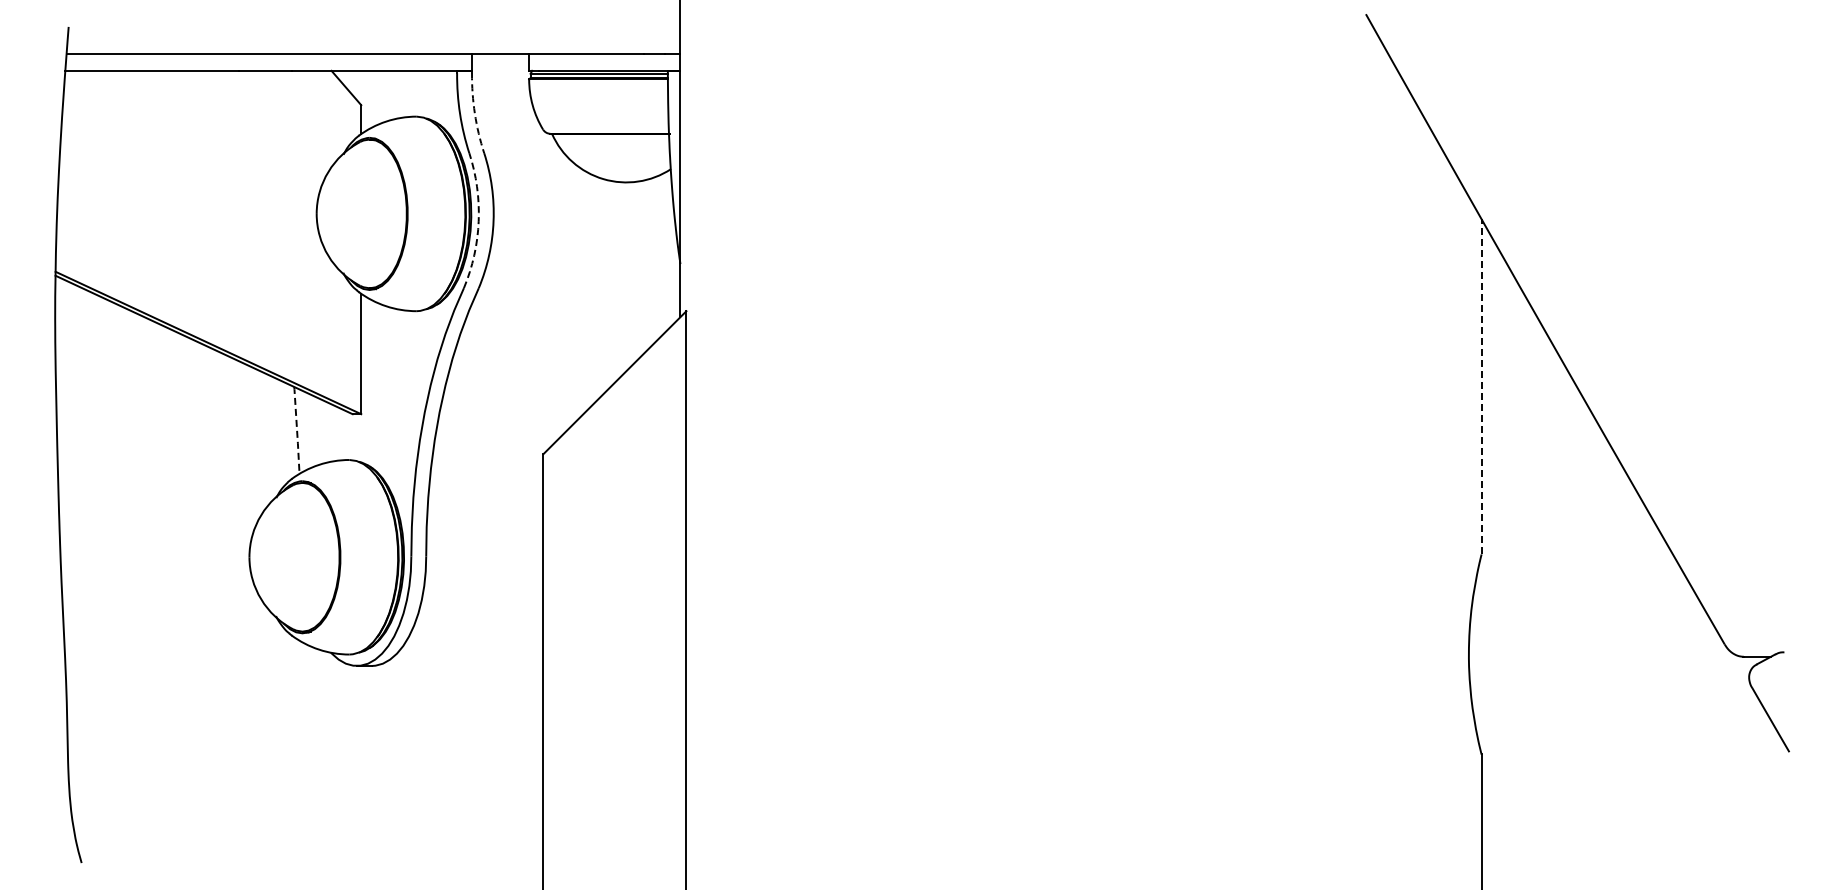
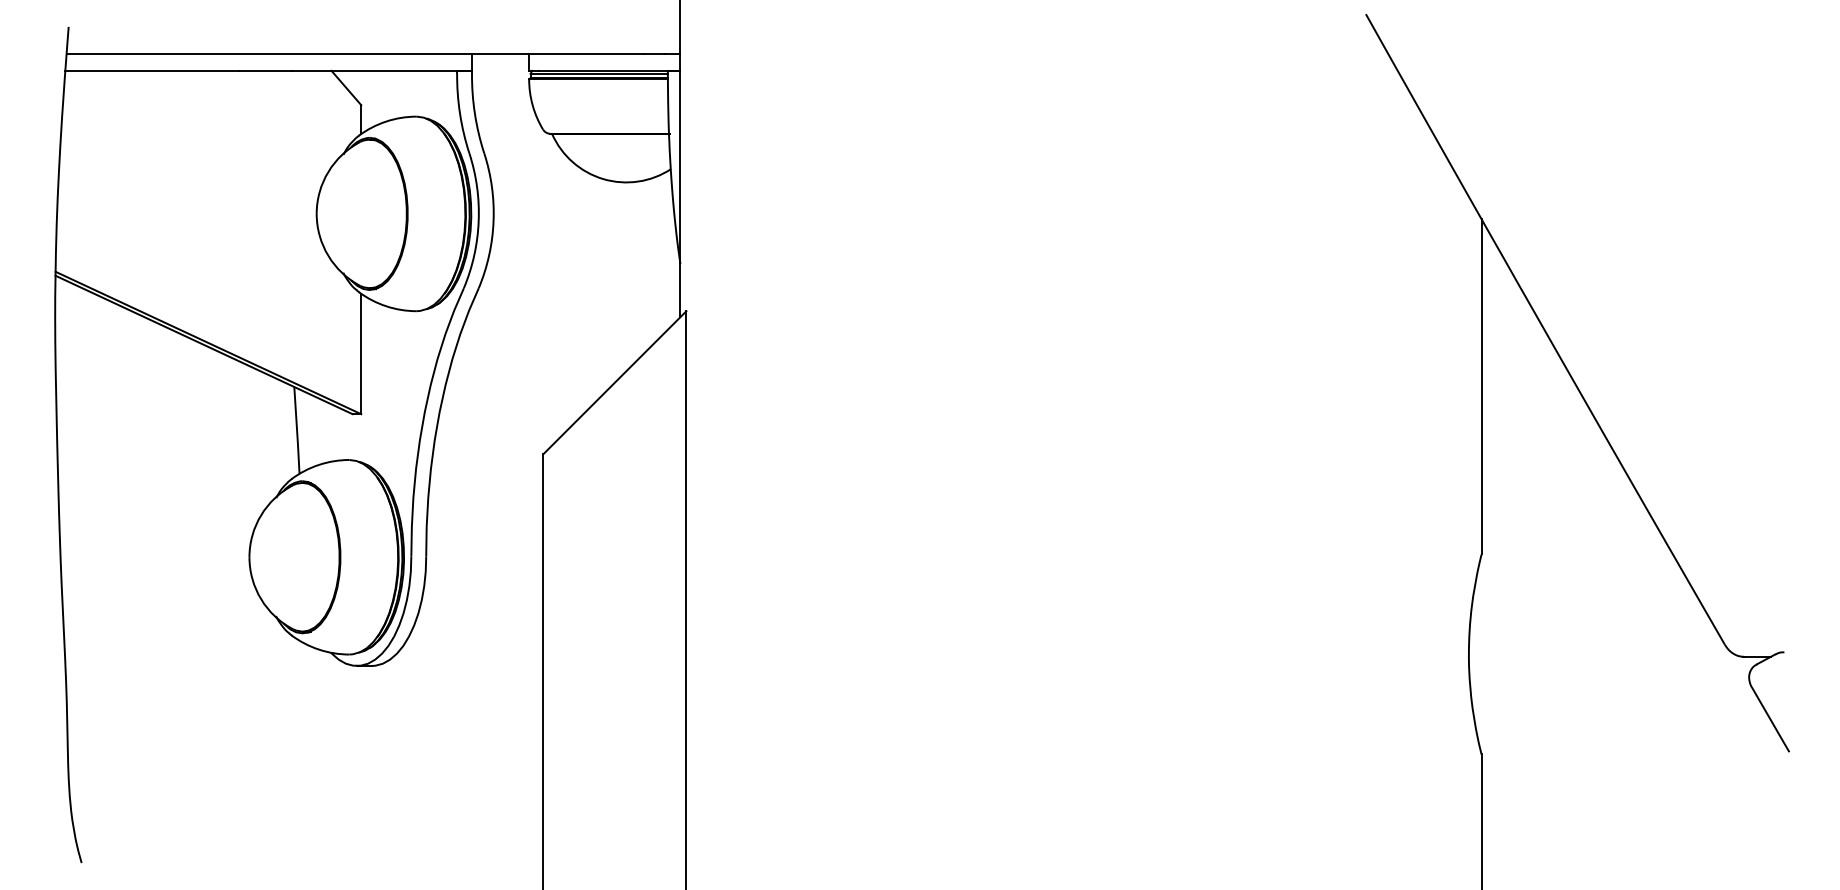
arc at (474, 113): dashed -> solid
arc at (478, 221): dashed -> solid
line at (1481, 386): dashed -> solid
line at (297, 431): dashed -> solid
